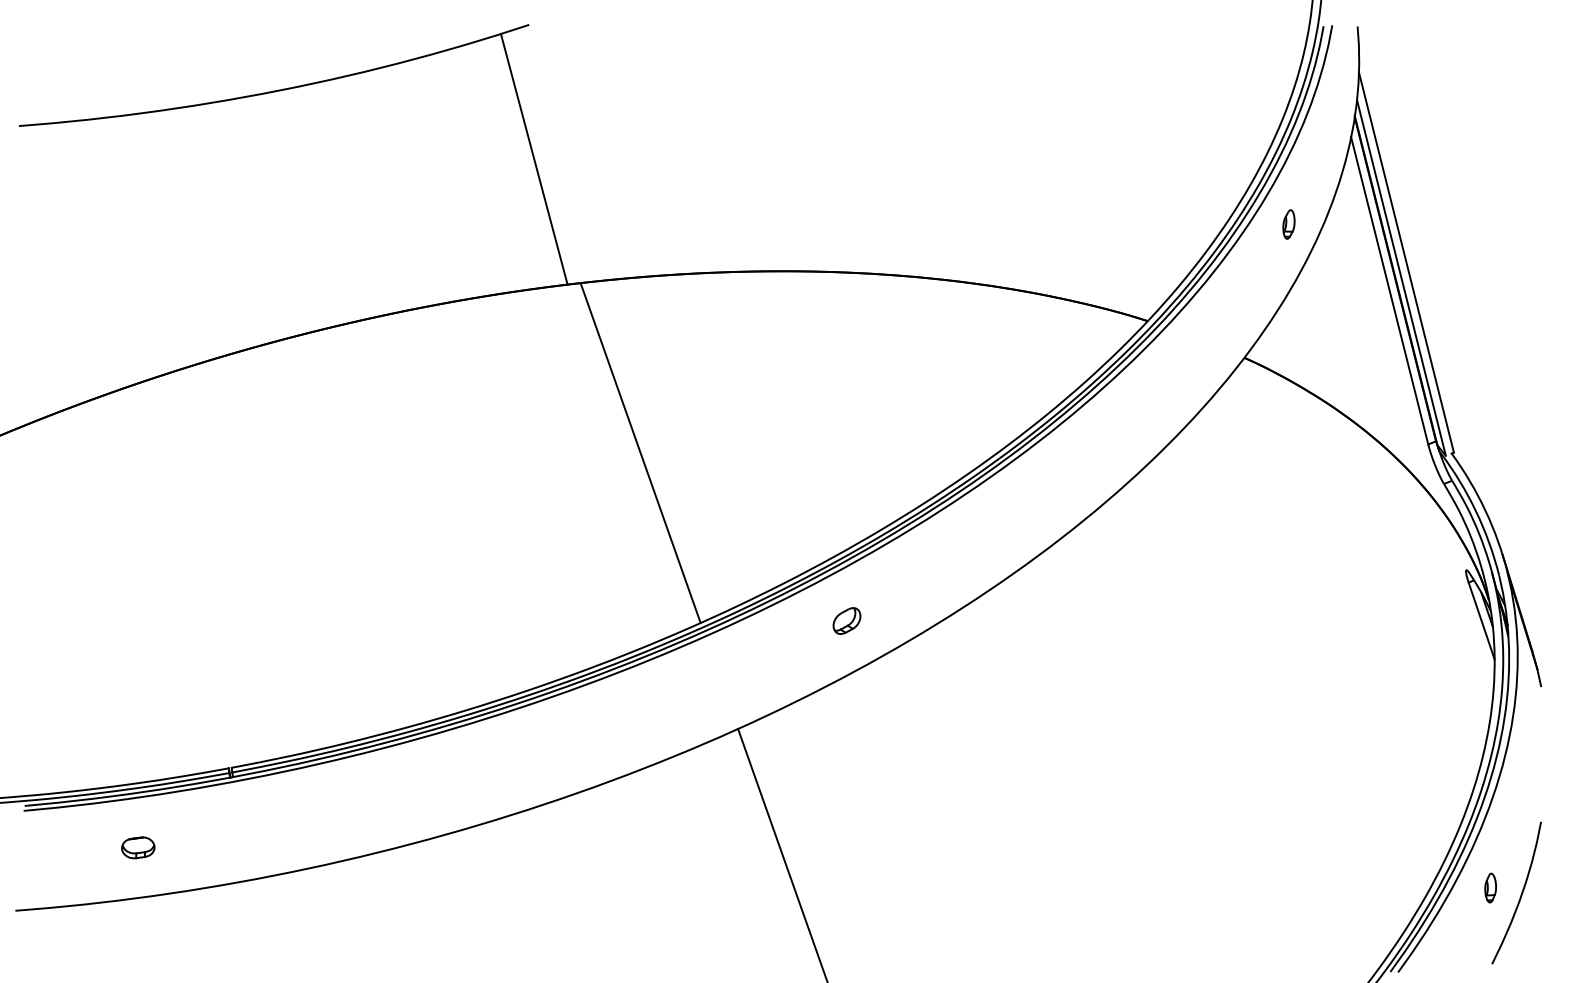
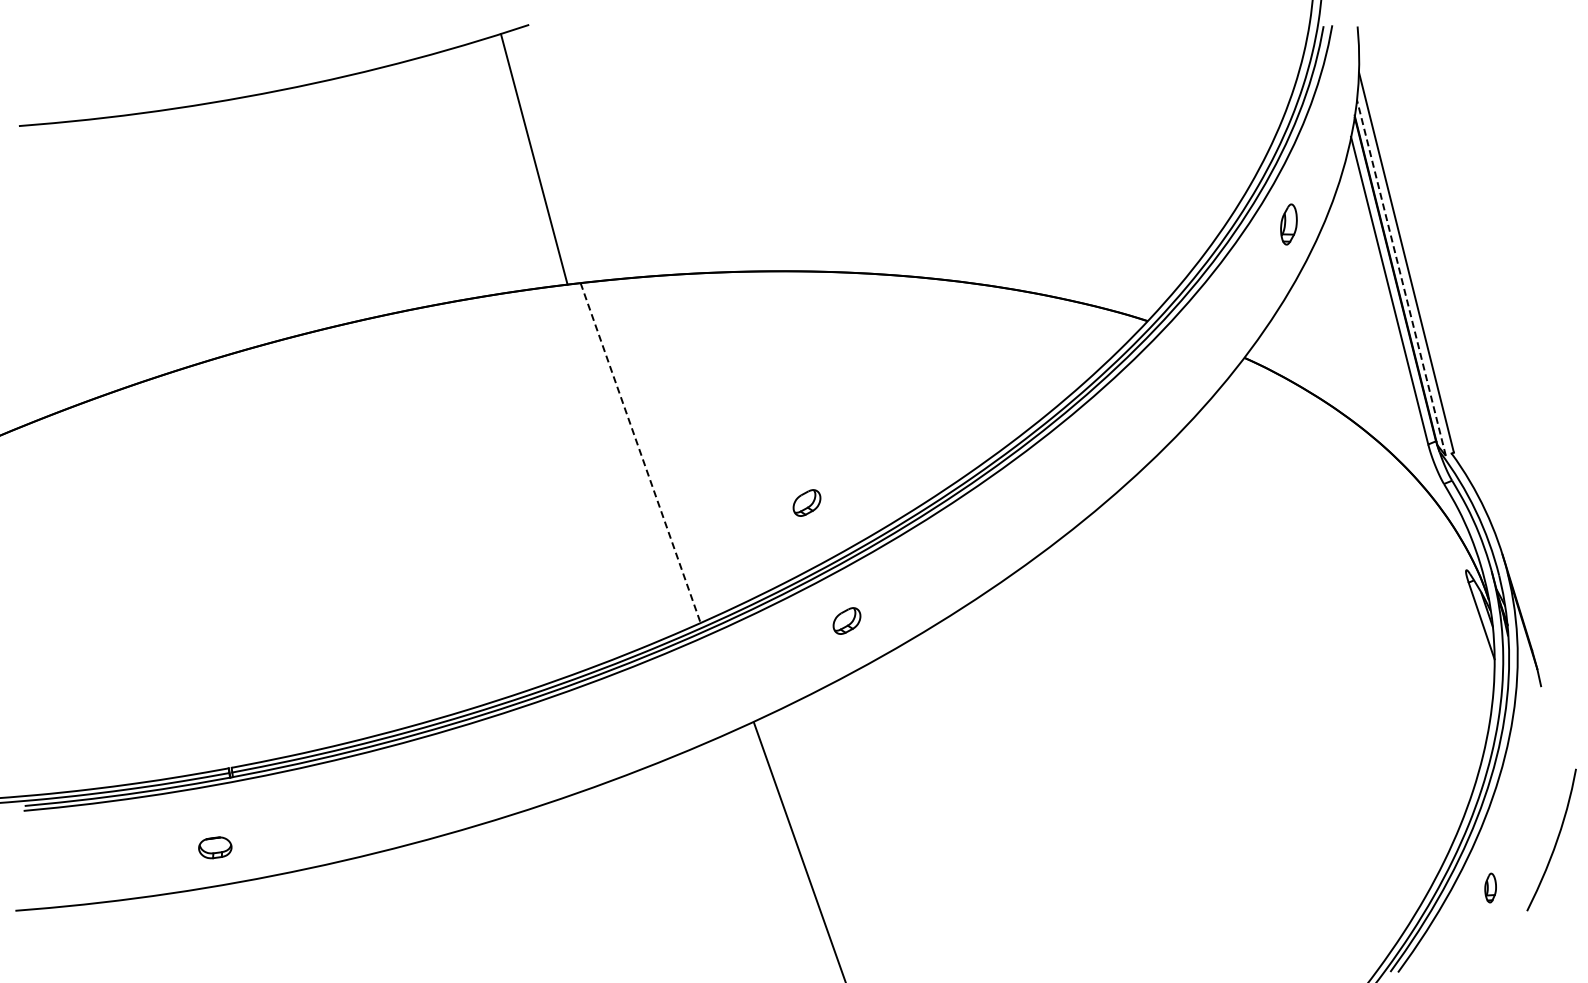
part at (1288, 224) size: 14x31 px -> 18x43 px
line at (1401, 277): solid -> dashed
line at (640, 453): solid -> dashed
part at (806, 502): none -> present
part at (138, 847) position: (138, 847) -> (215, 847)
line at (782, 854) position: (782, 854) -> (799, 851)
curve at (1520, 894) position: (1520, 894) -> (1555, 841)
